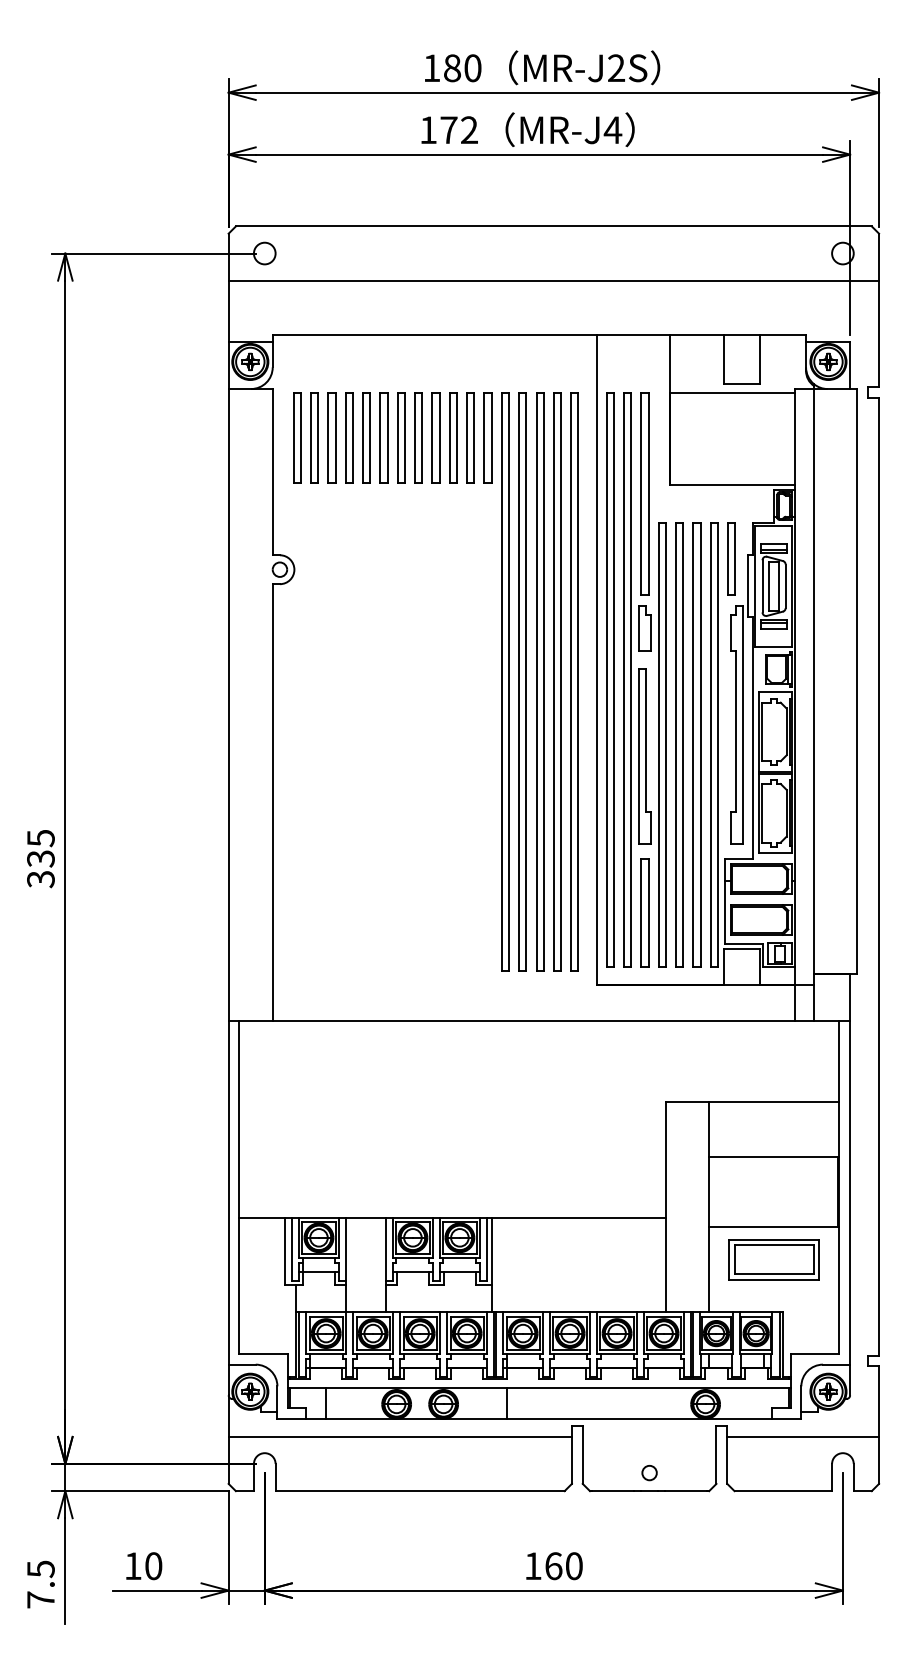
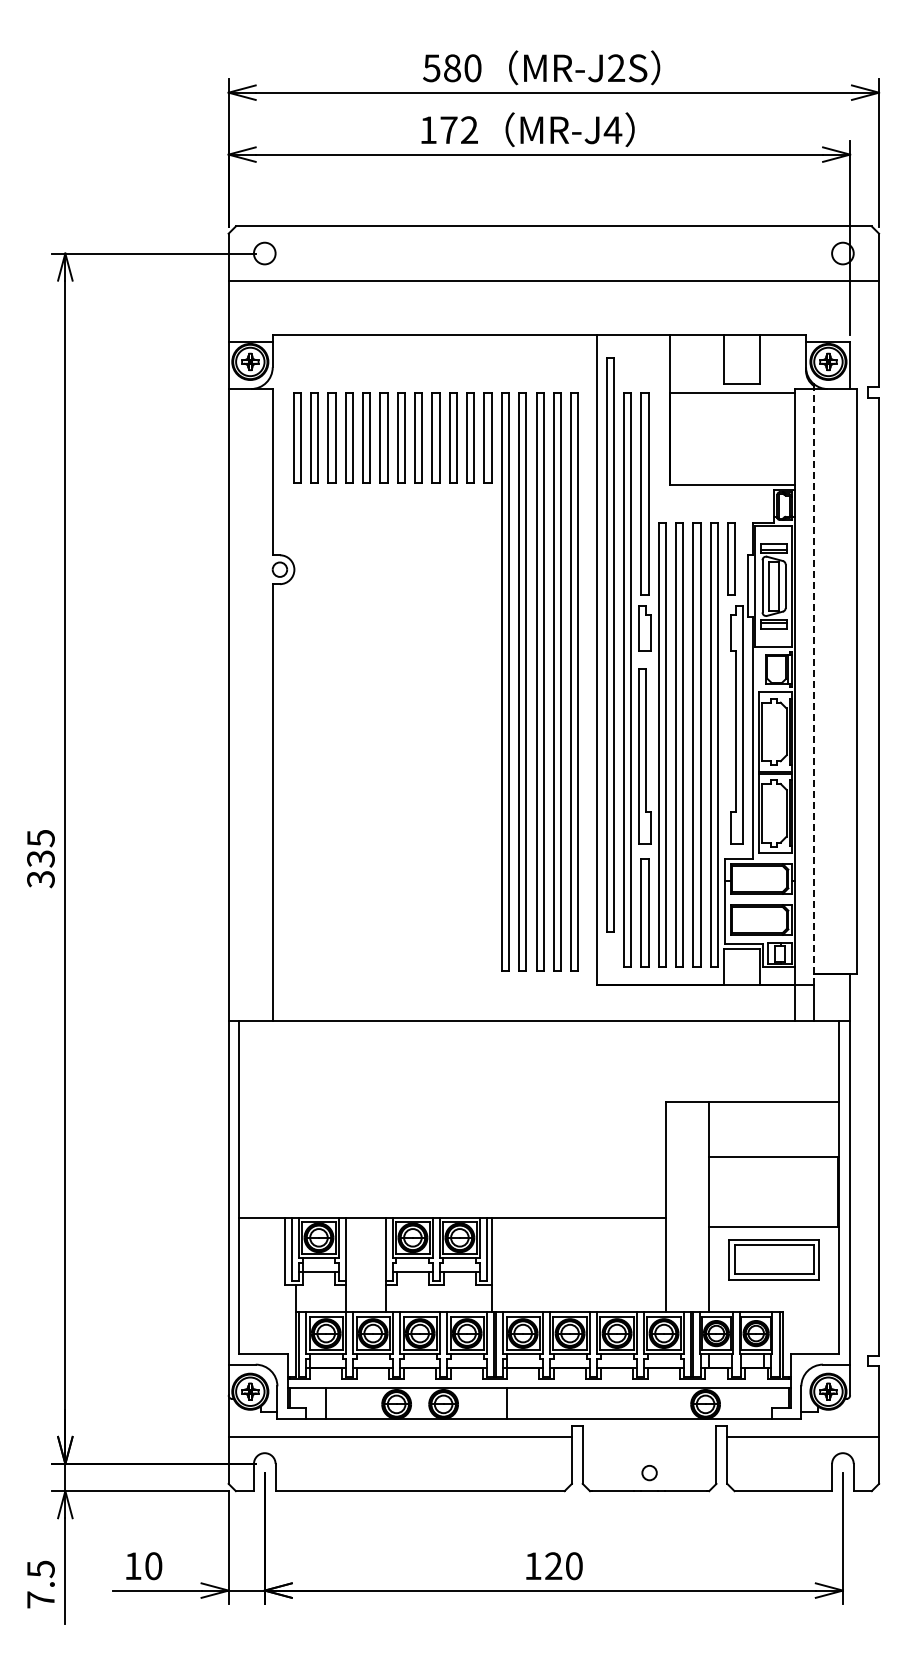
text at (431, 68): 180 -> 580
part at (610, 679) position: (610, 679) -> (610, 644)
line at (814, 686): solid -> dashed
text at (553, 1566): 160 -> 120
